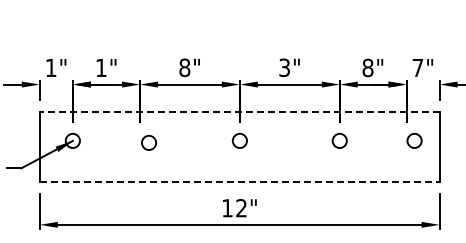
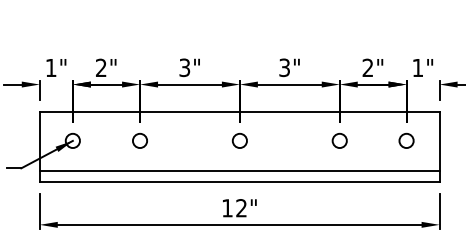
text at (101, 67): 1" -> 2"
text at (184, 67): 8" -> 3"
text at (367, 67): 8" -> 2"
text at (417, 67): 7" -> 1"
line at (239, 111): dashed -> solid
circle at (414, 140) position: (414, 140) -> (406, 140)
circle at (148, 142) position: (148, 142) -> (139, 140)
line at (239, 170): none -> present
line at (239, 182): dashed -> solid
